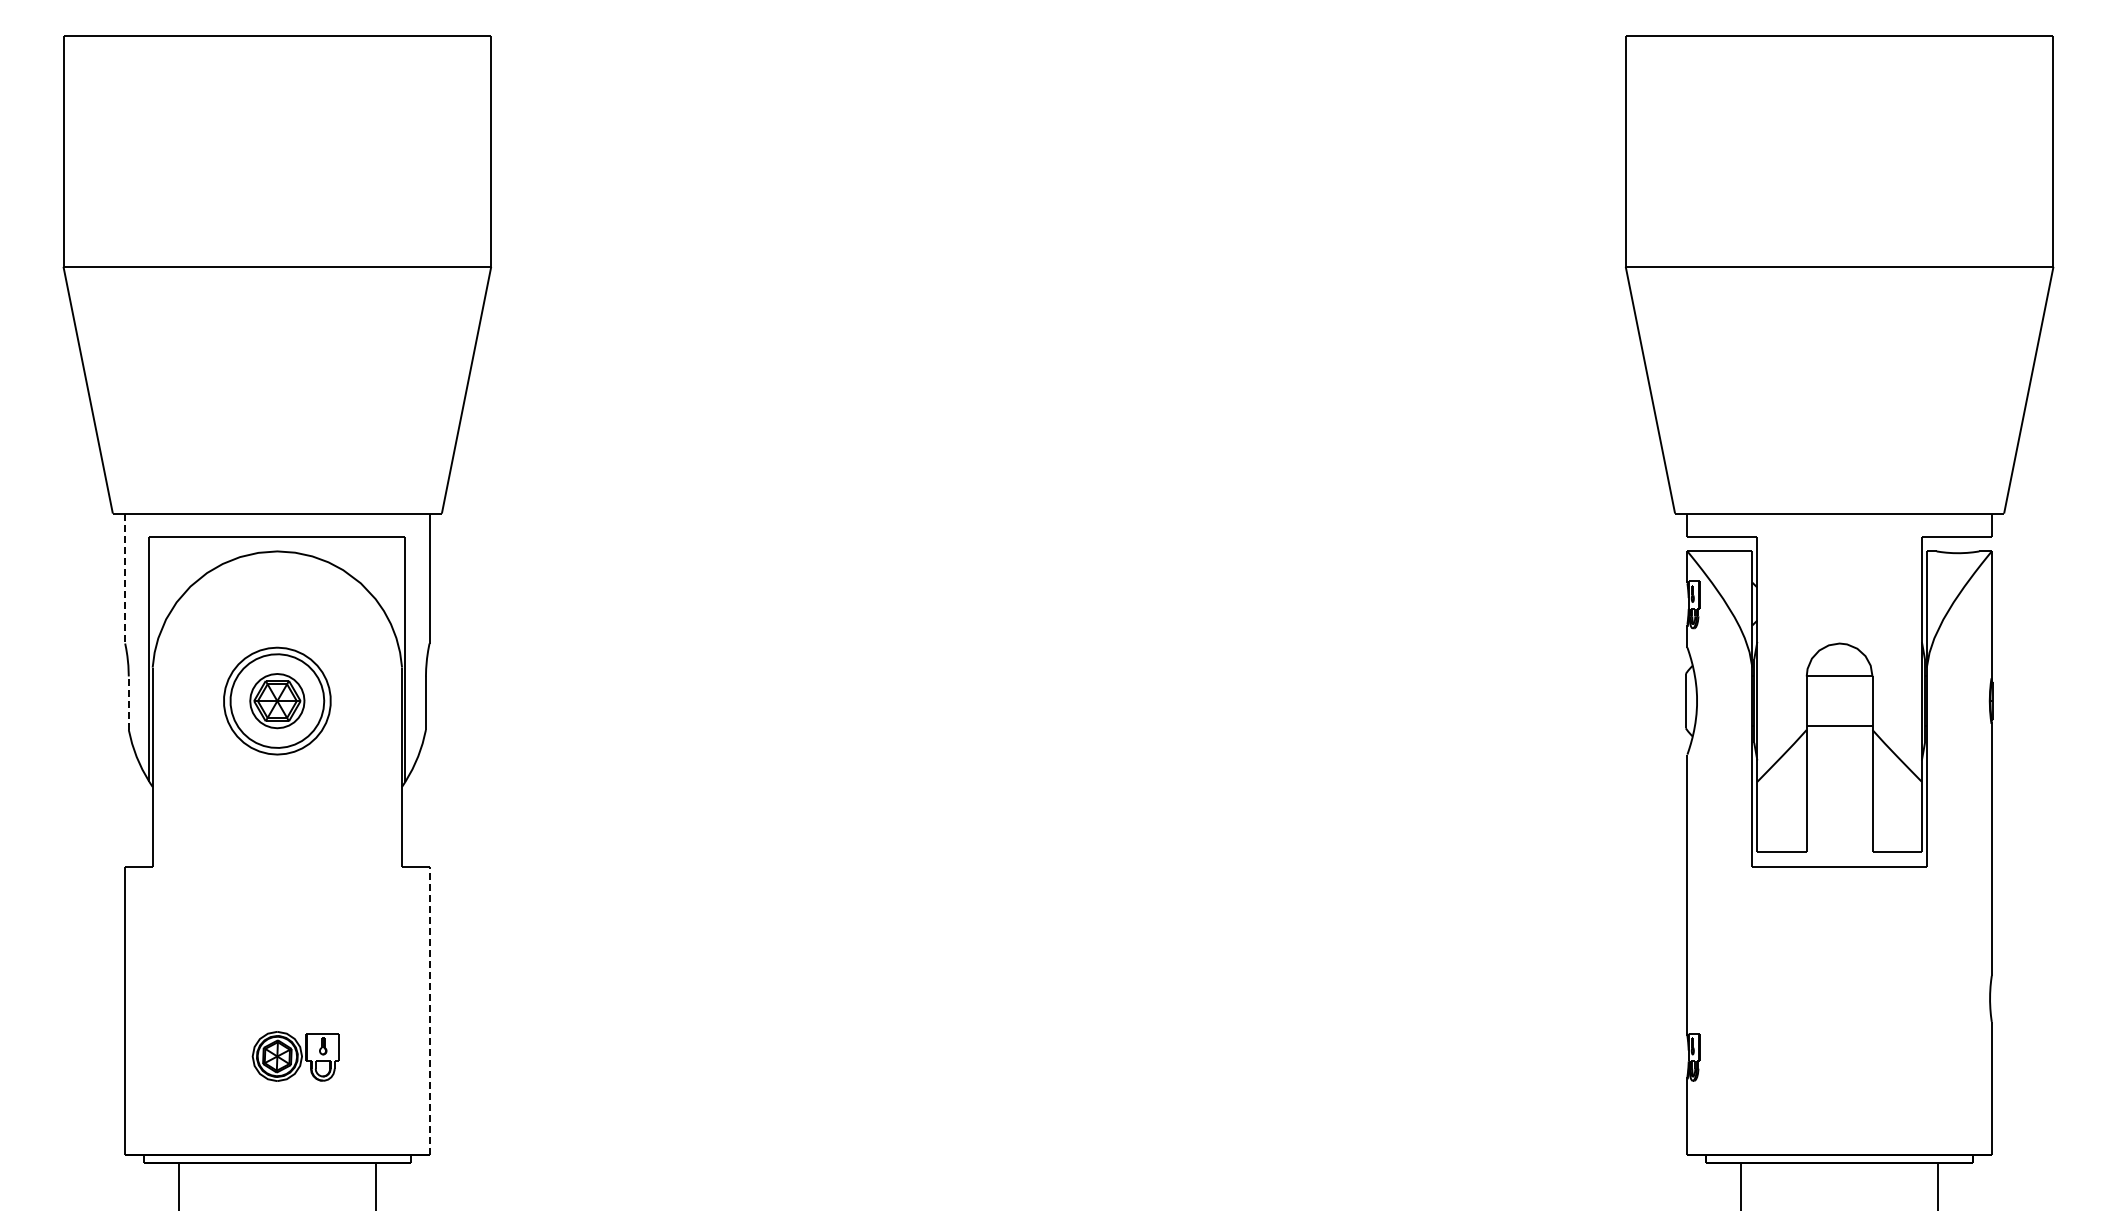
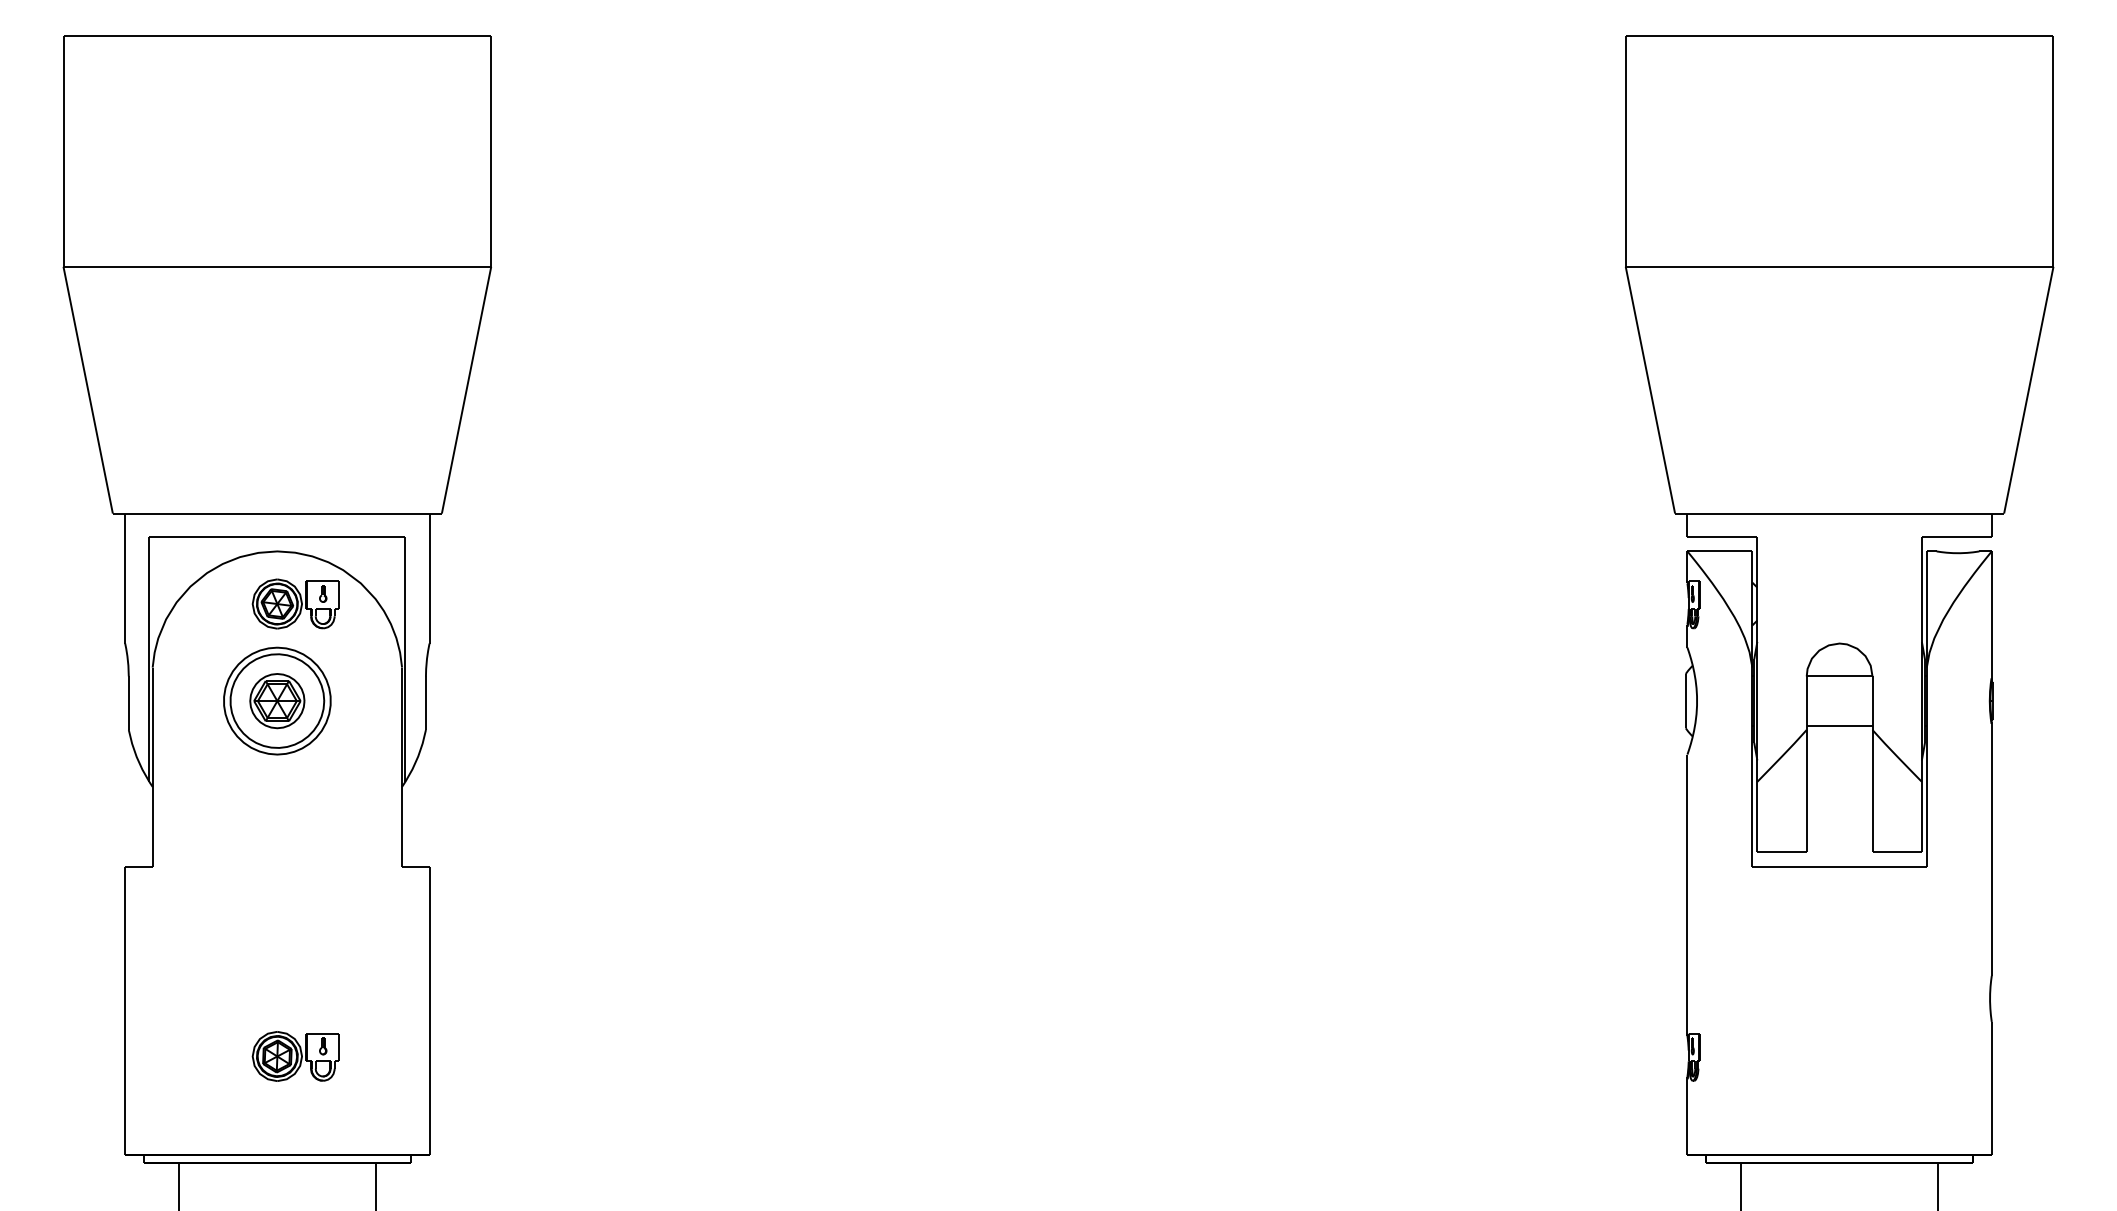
line at (125, 578): dashed -> solid
part at (295, 603): none -> present
line at (128, 703): dashed -> solid
line at (429, 1011): dashed -> solid
